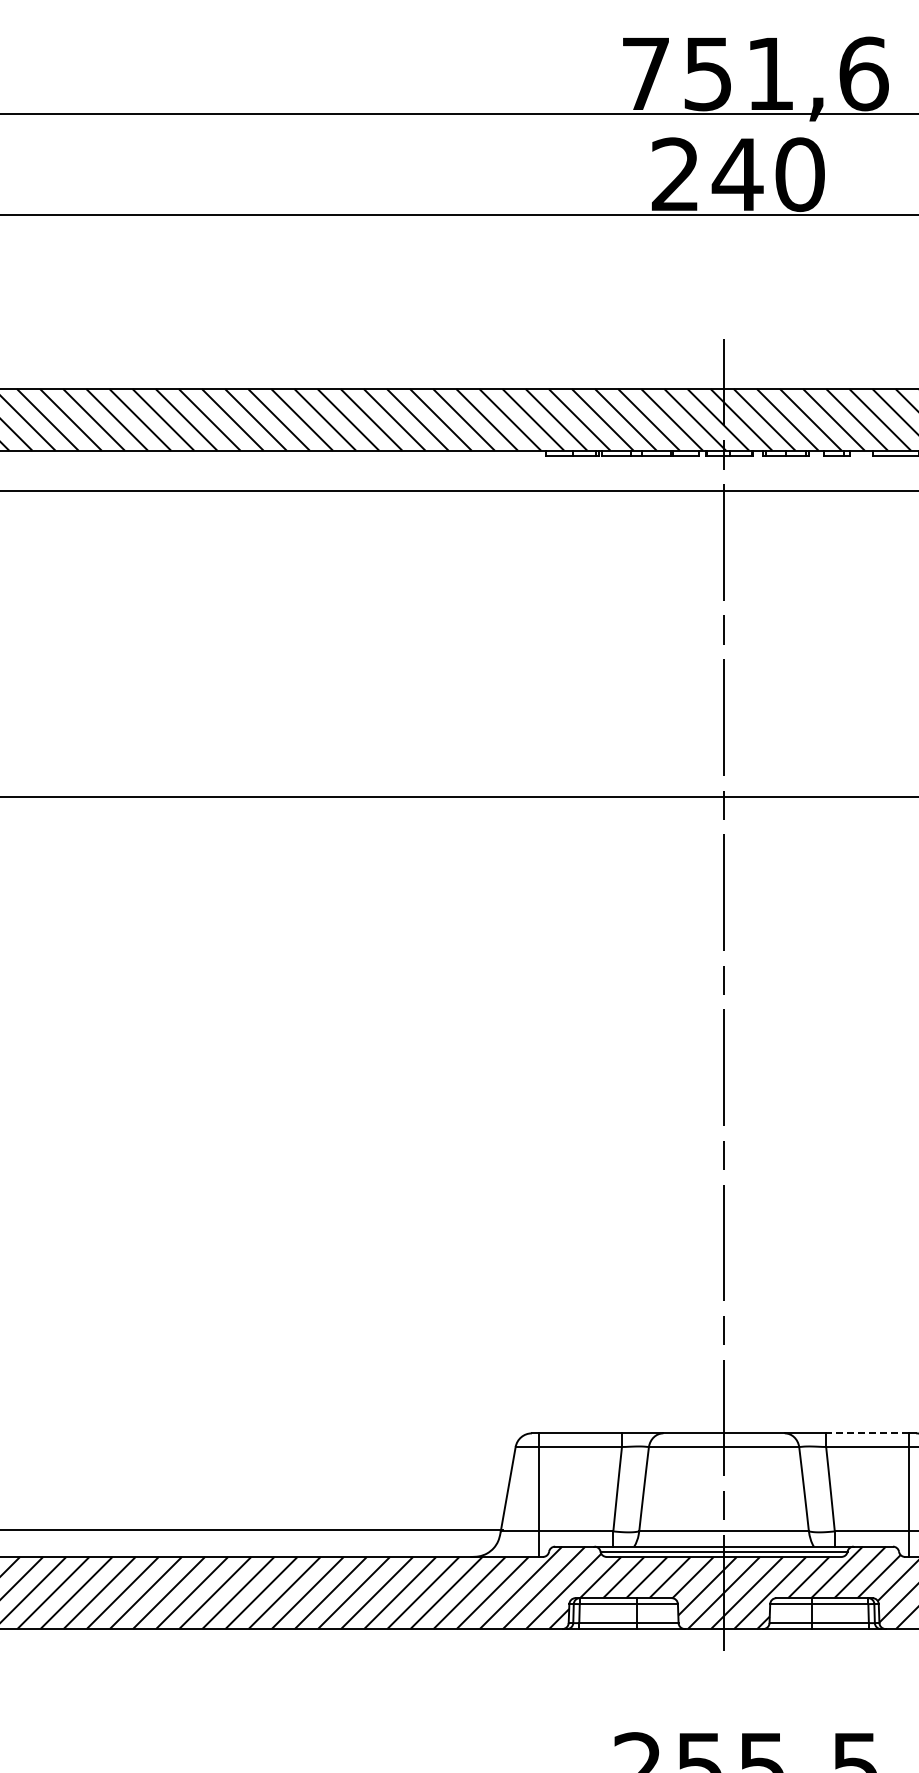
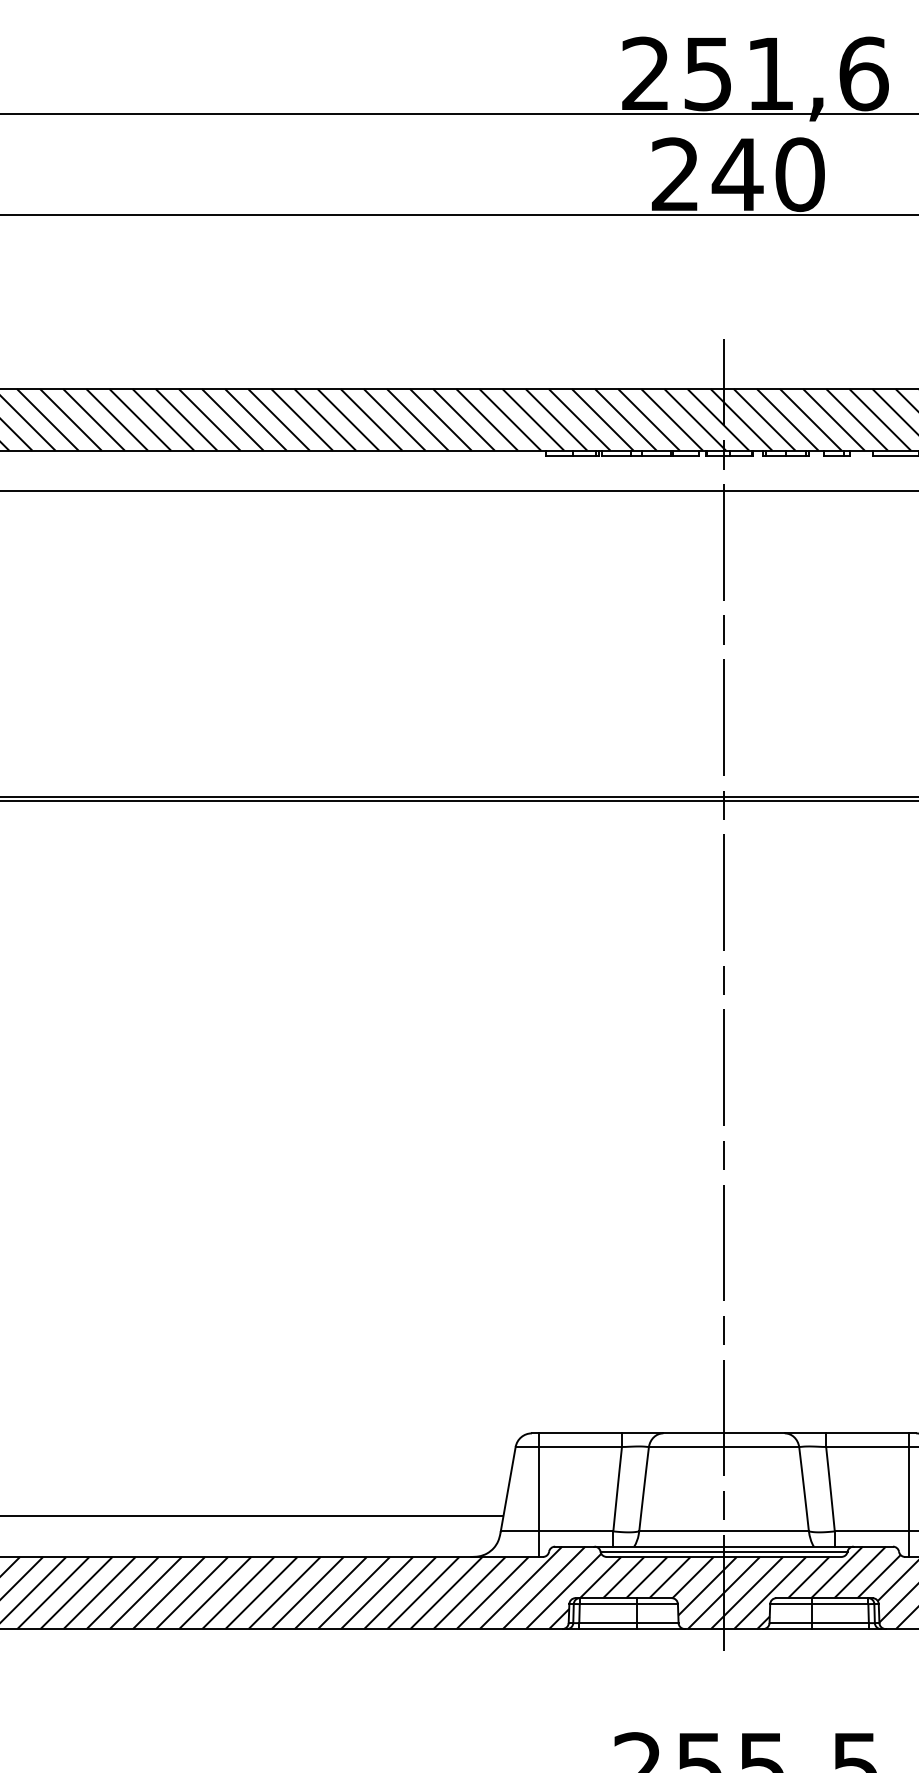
text at (645, 72): 751,6 -> 251,6
line at (458, 800): none -> present
line at (867, 1433): dashed -> solid
line at (252, 1530) position: (252, 1530) -> (252, 1516)
